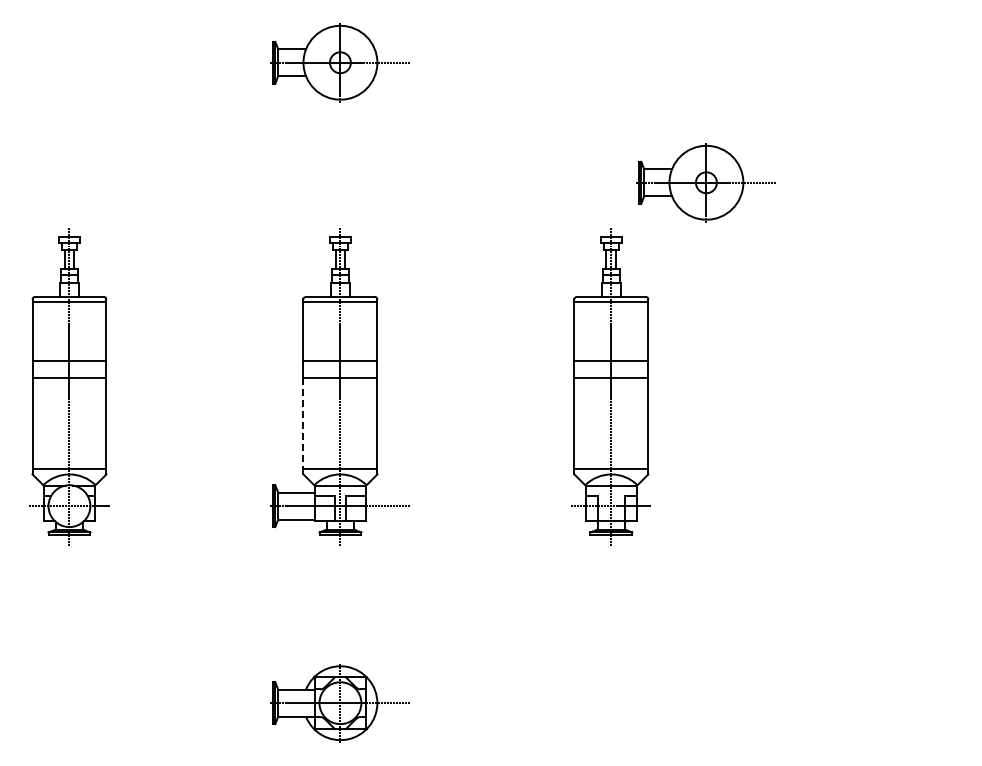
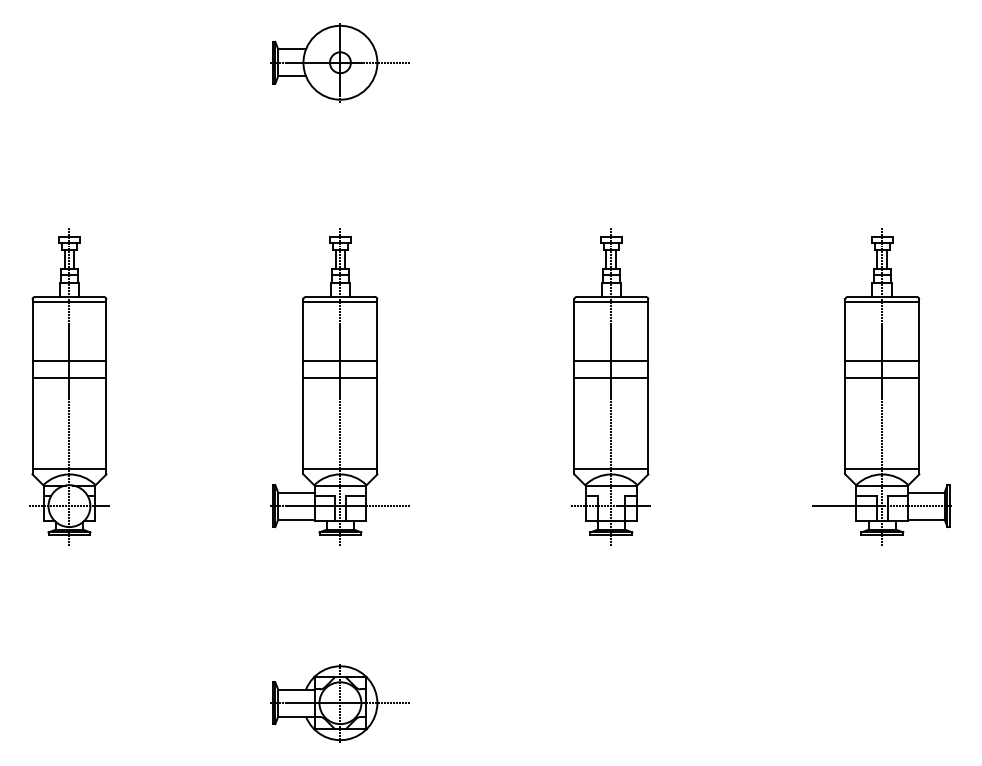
part at (705, 182): present -> none
part at (881, 386): none -> present
line at (303, 424): dashed -> solid
